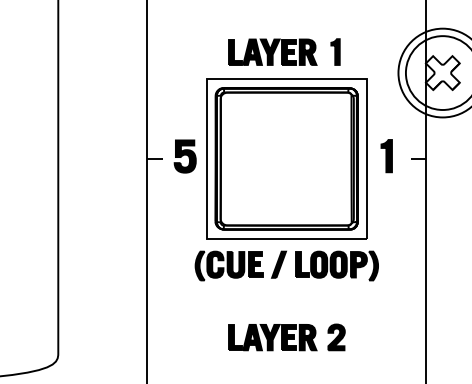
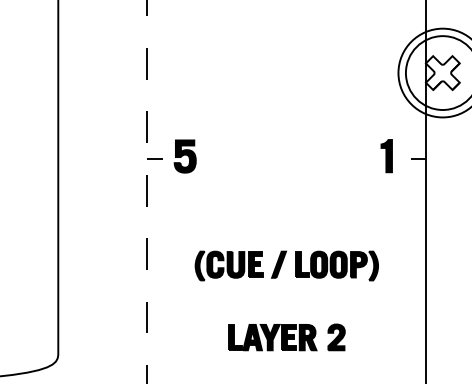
part at (284, 51): present -> none
part at (286, 158): present -> none
line at (147, 191): solid -> dashed
